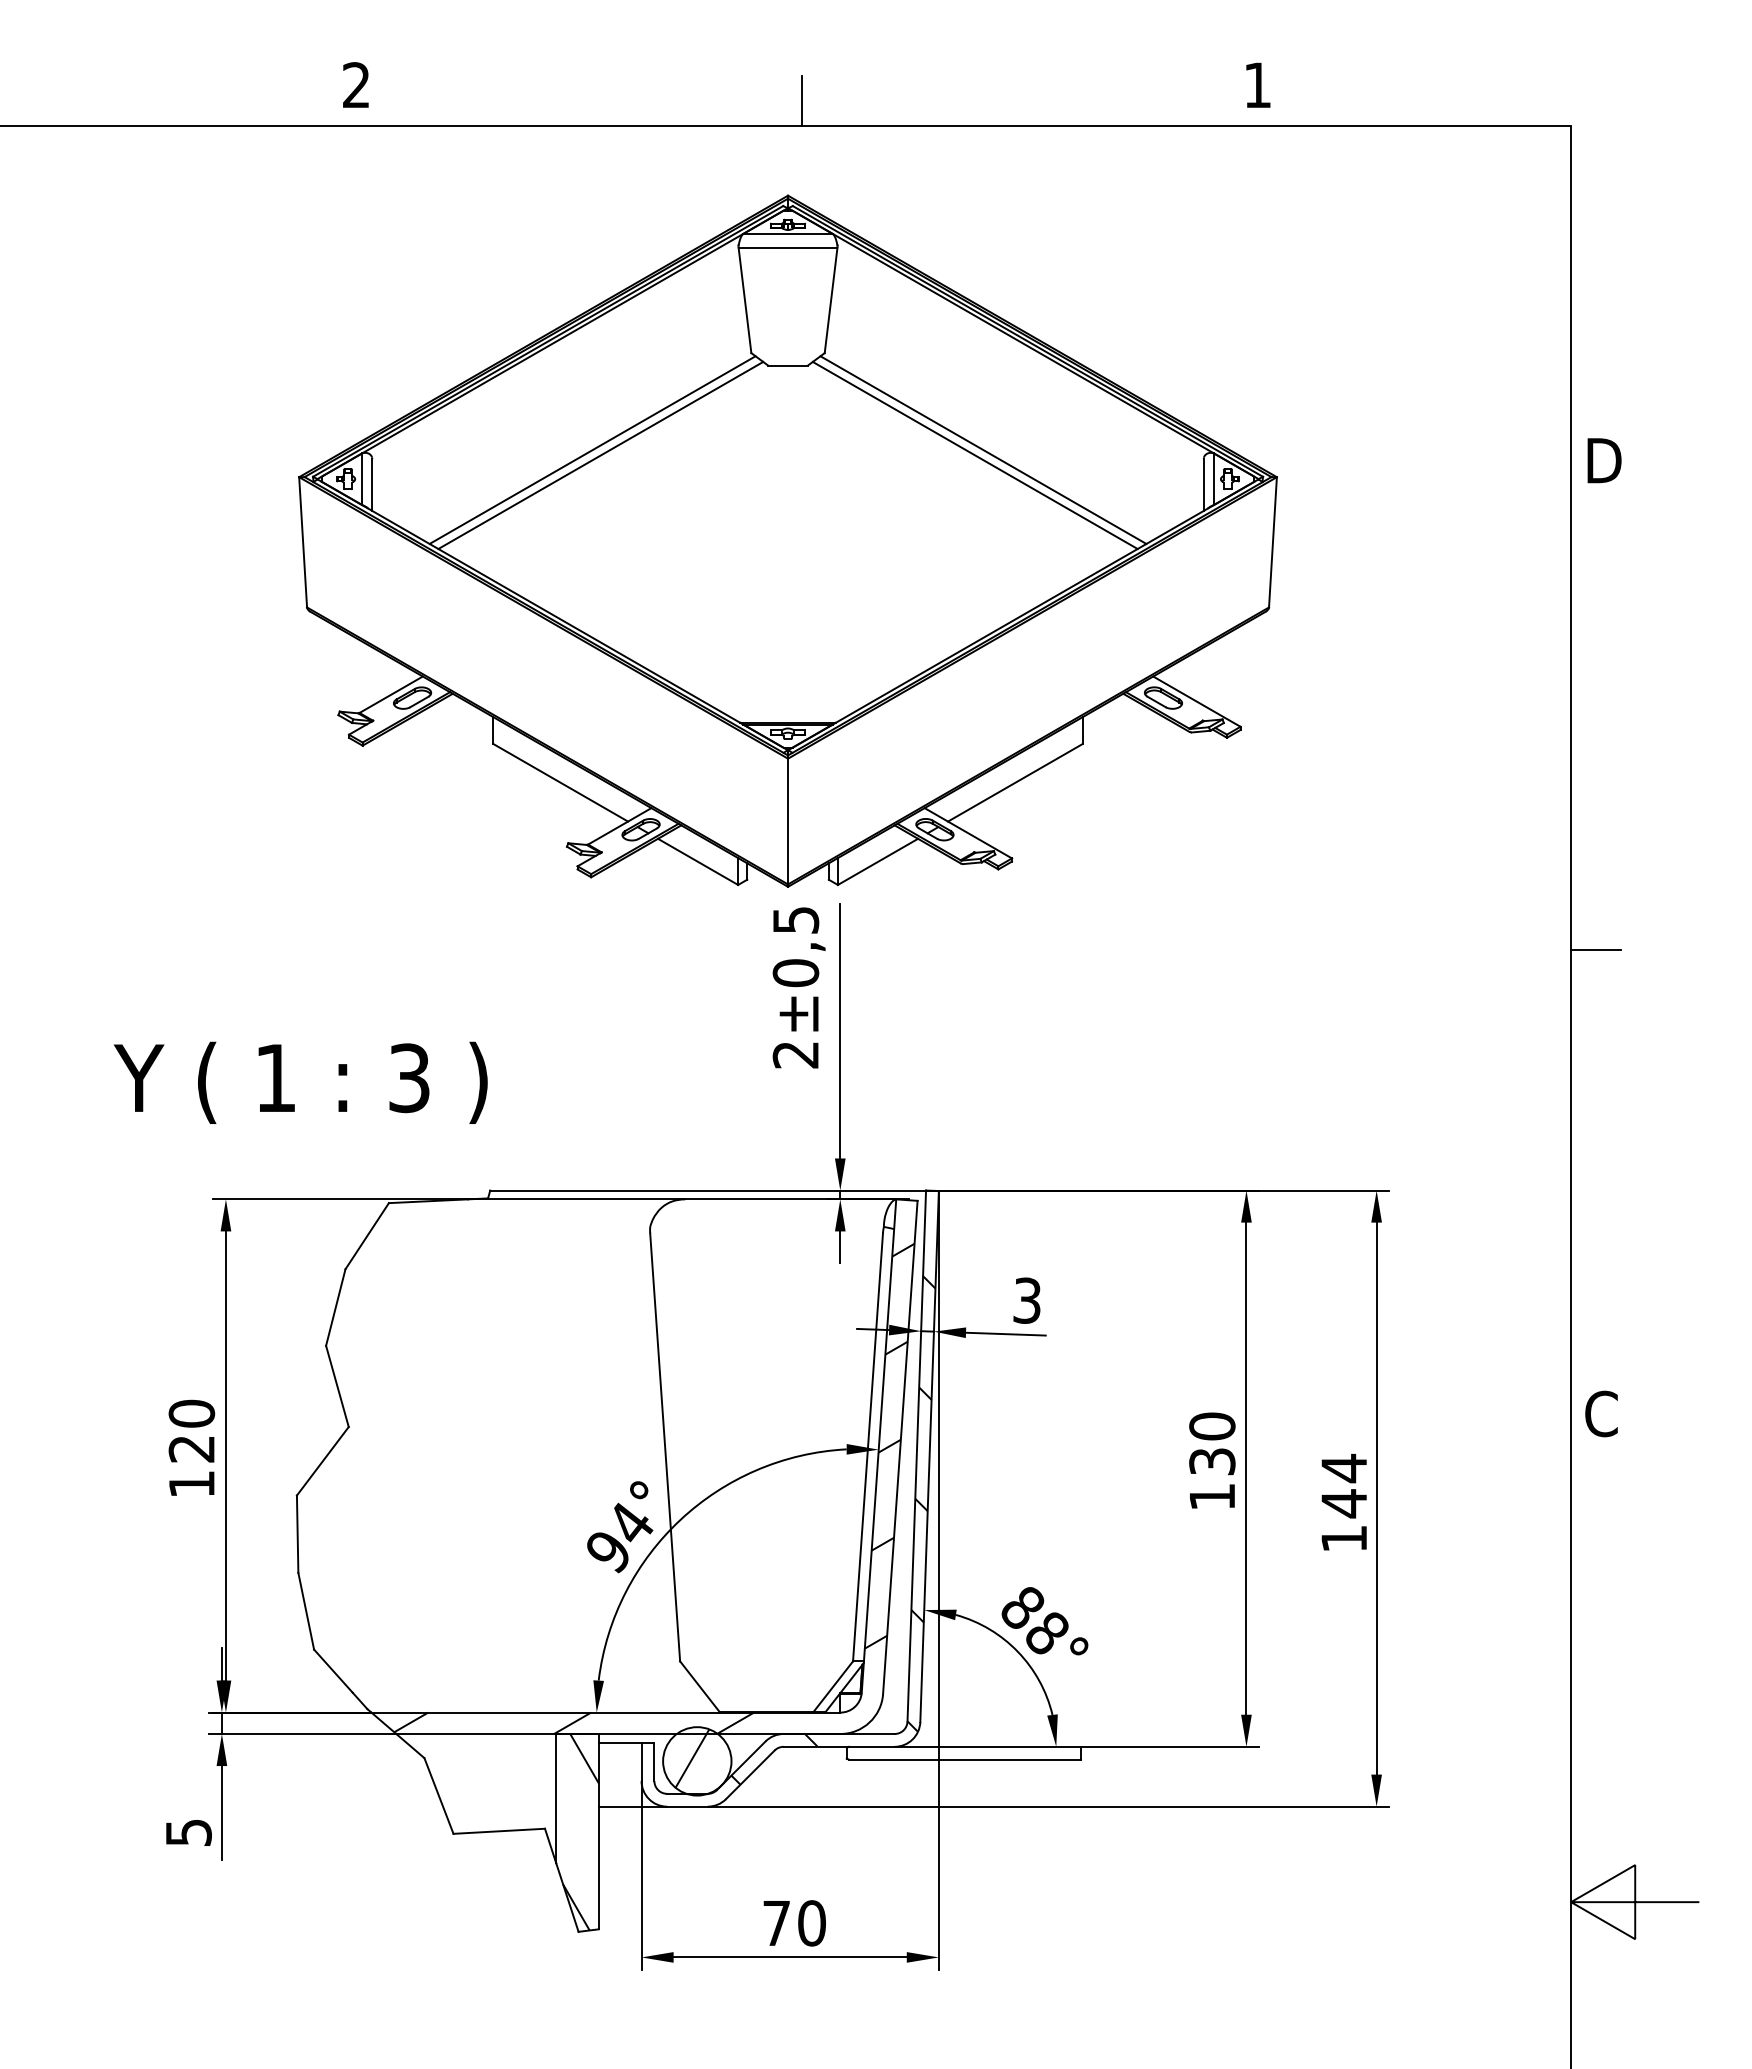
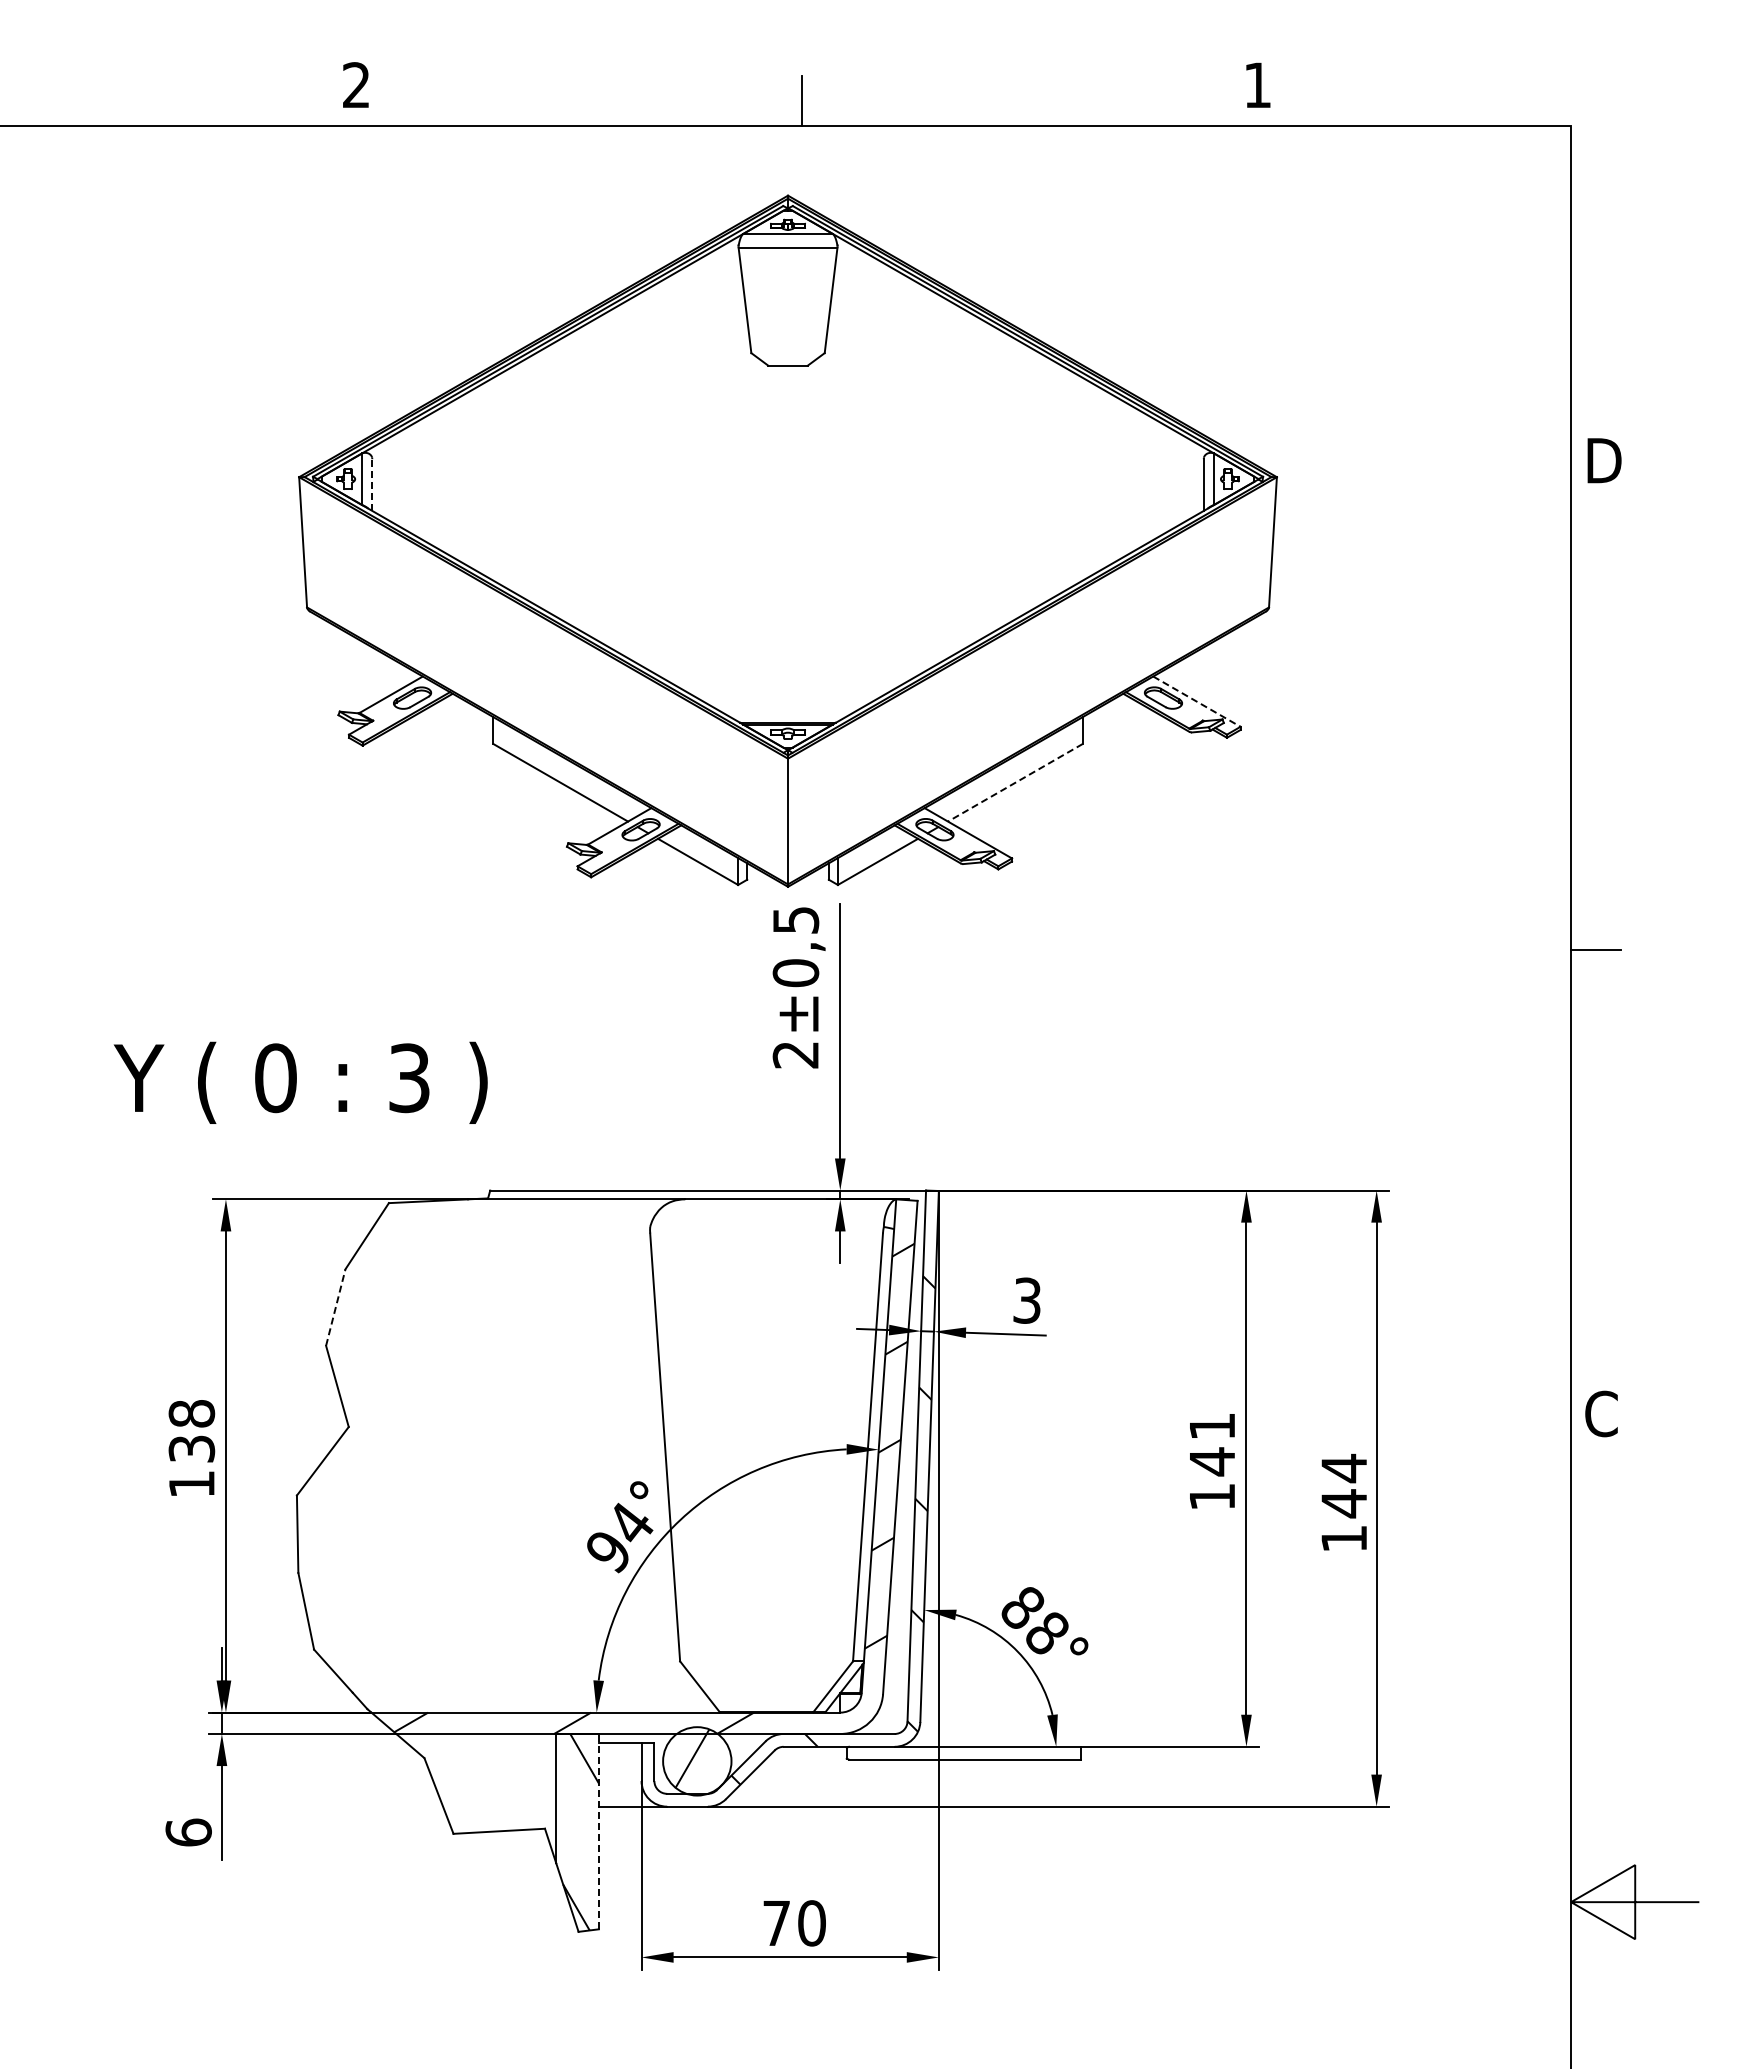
line at (592, 449): present -> none
line at (983, 449): present -> none
line at (600, 455): present -> none
line at (974, 455): present -> none
line at (372, 485): solid -> dashed
line at (1197, 701): solid -> dashed
line at (1015, 782): solid -> dashed
text at (275, 1078): 1 -> 0
line at (335, 1307): solid -> dashed
text at (191, 1430): 120 -> 138
text at (1212, 1444): 130 -> 141
line at (598, 1831): solid -> dashed
text at (188, 1832): 5 -> 6
